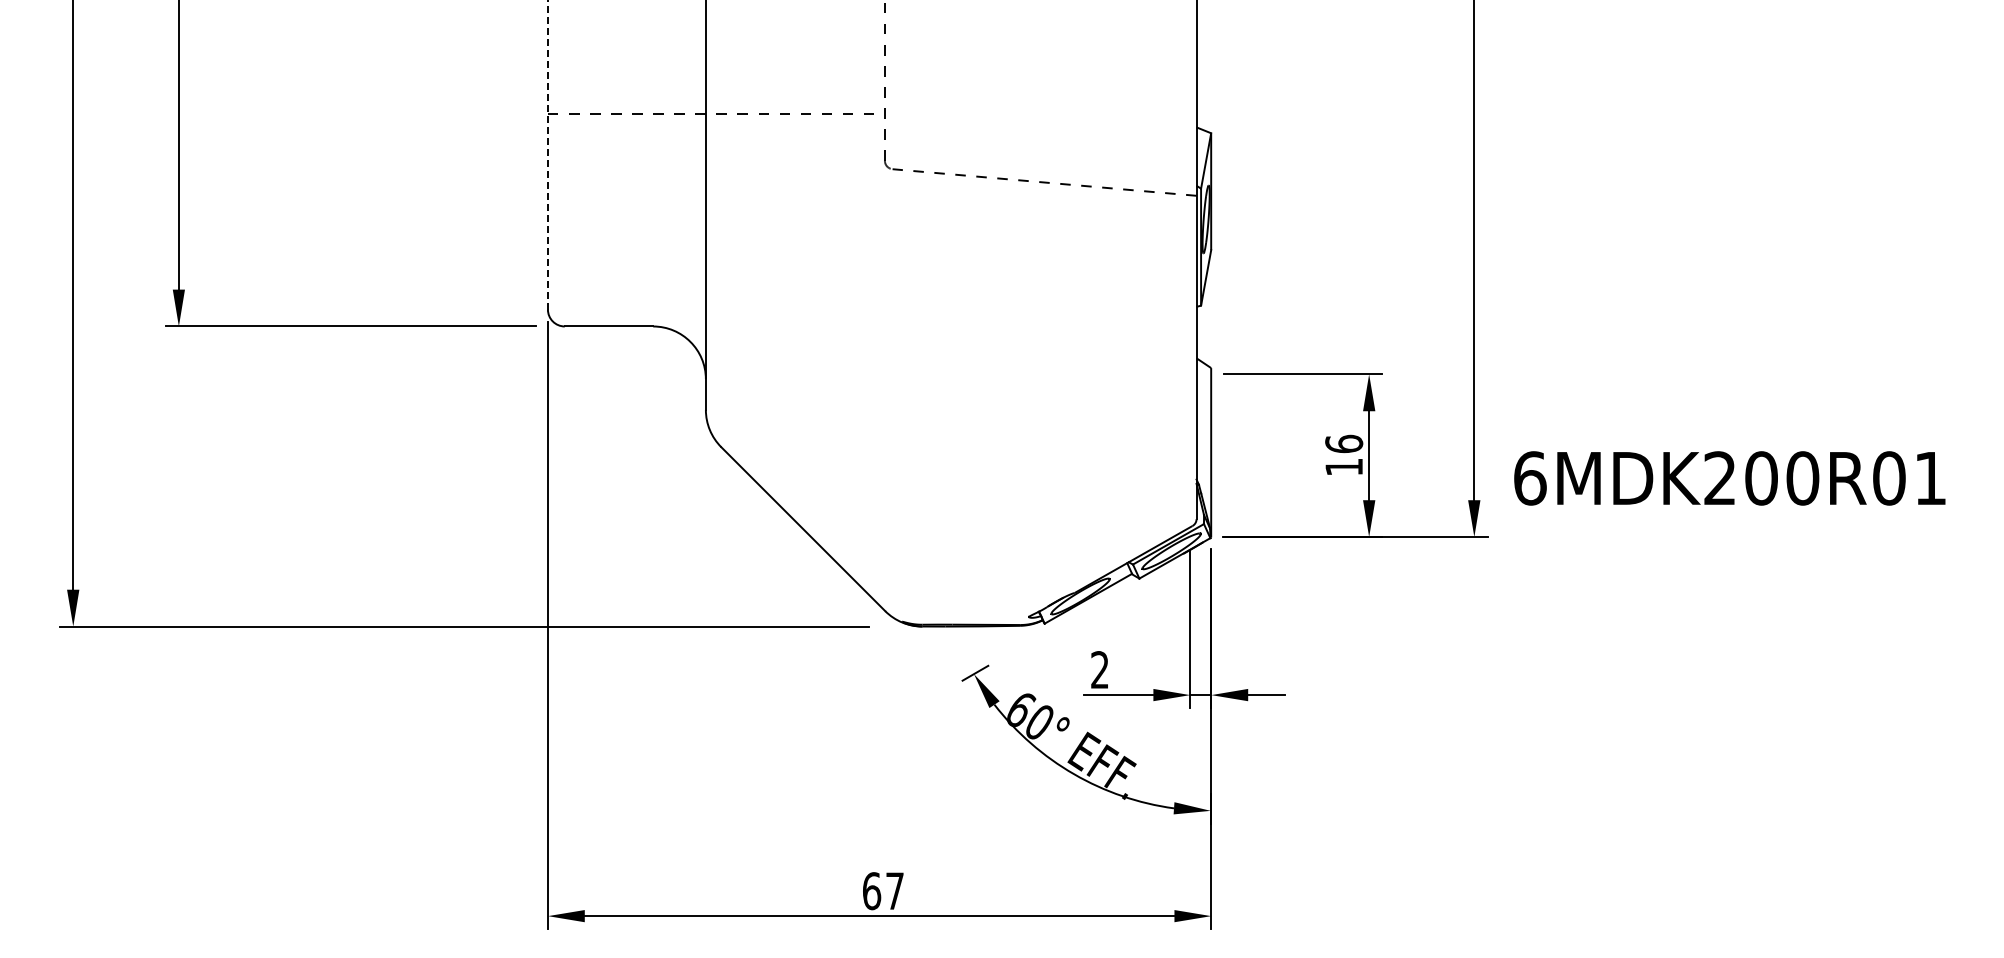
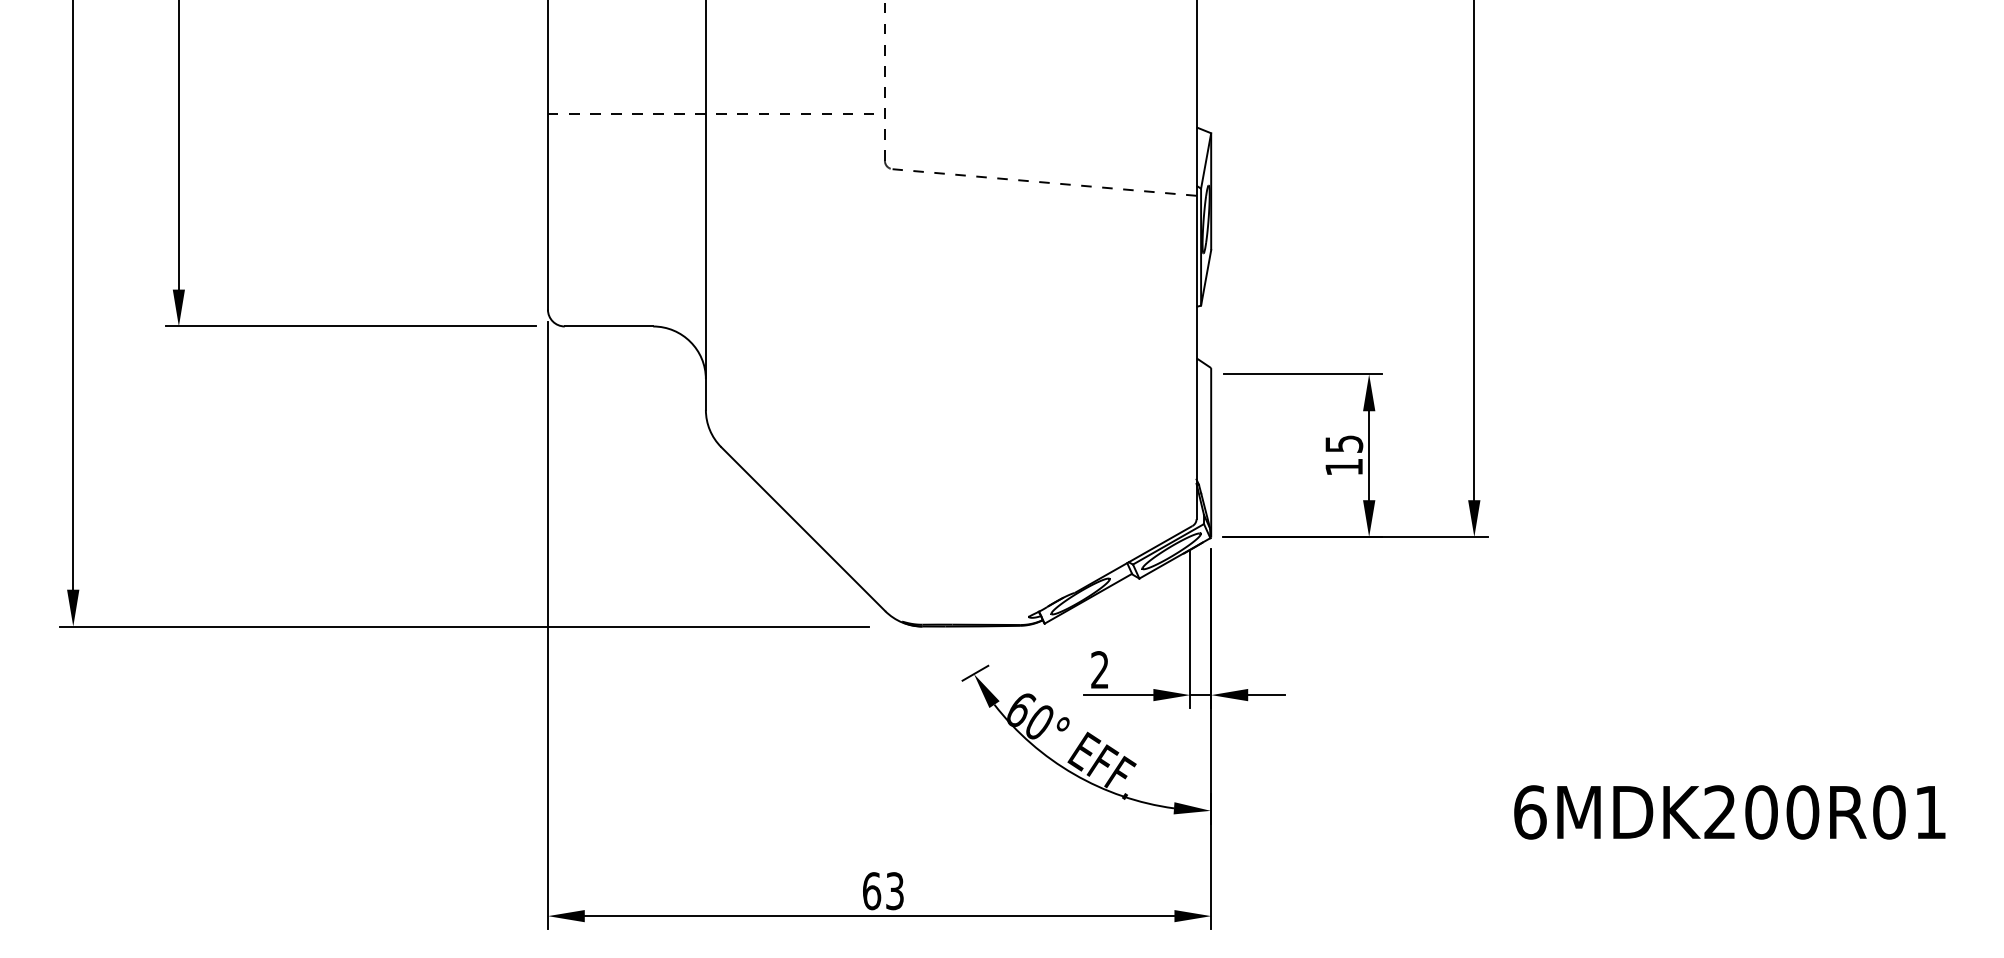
line at (547, 154): dashed -> solid
text at (1344, 443): 16 -> 15
text at (1729, 478) position: (1729, 478) -> (1729, 812)
text at (894, 891): 67 -> 63
